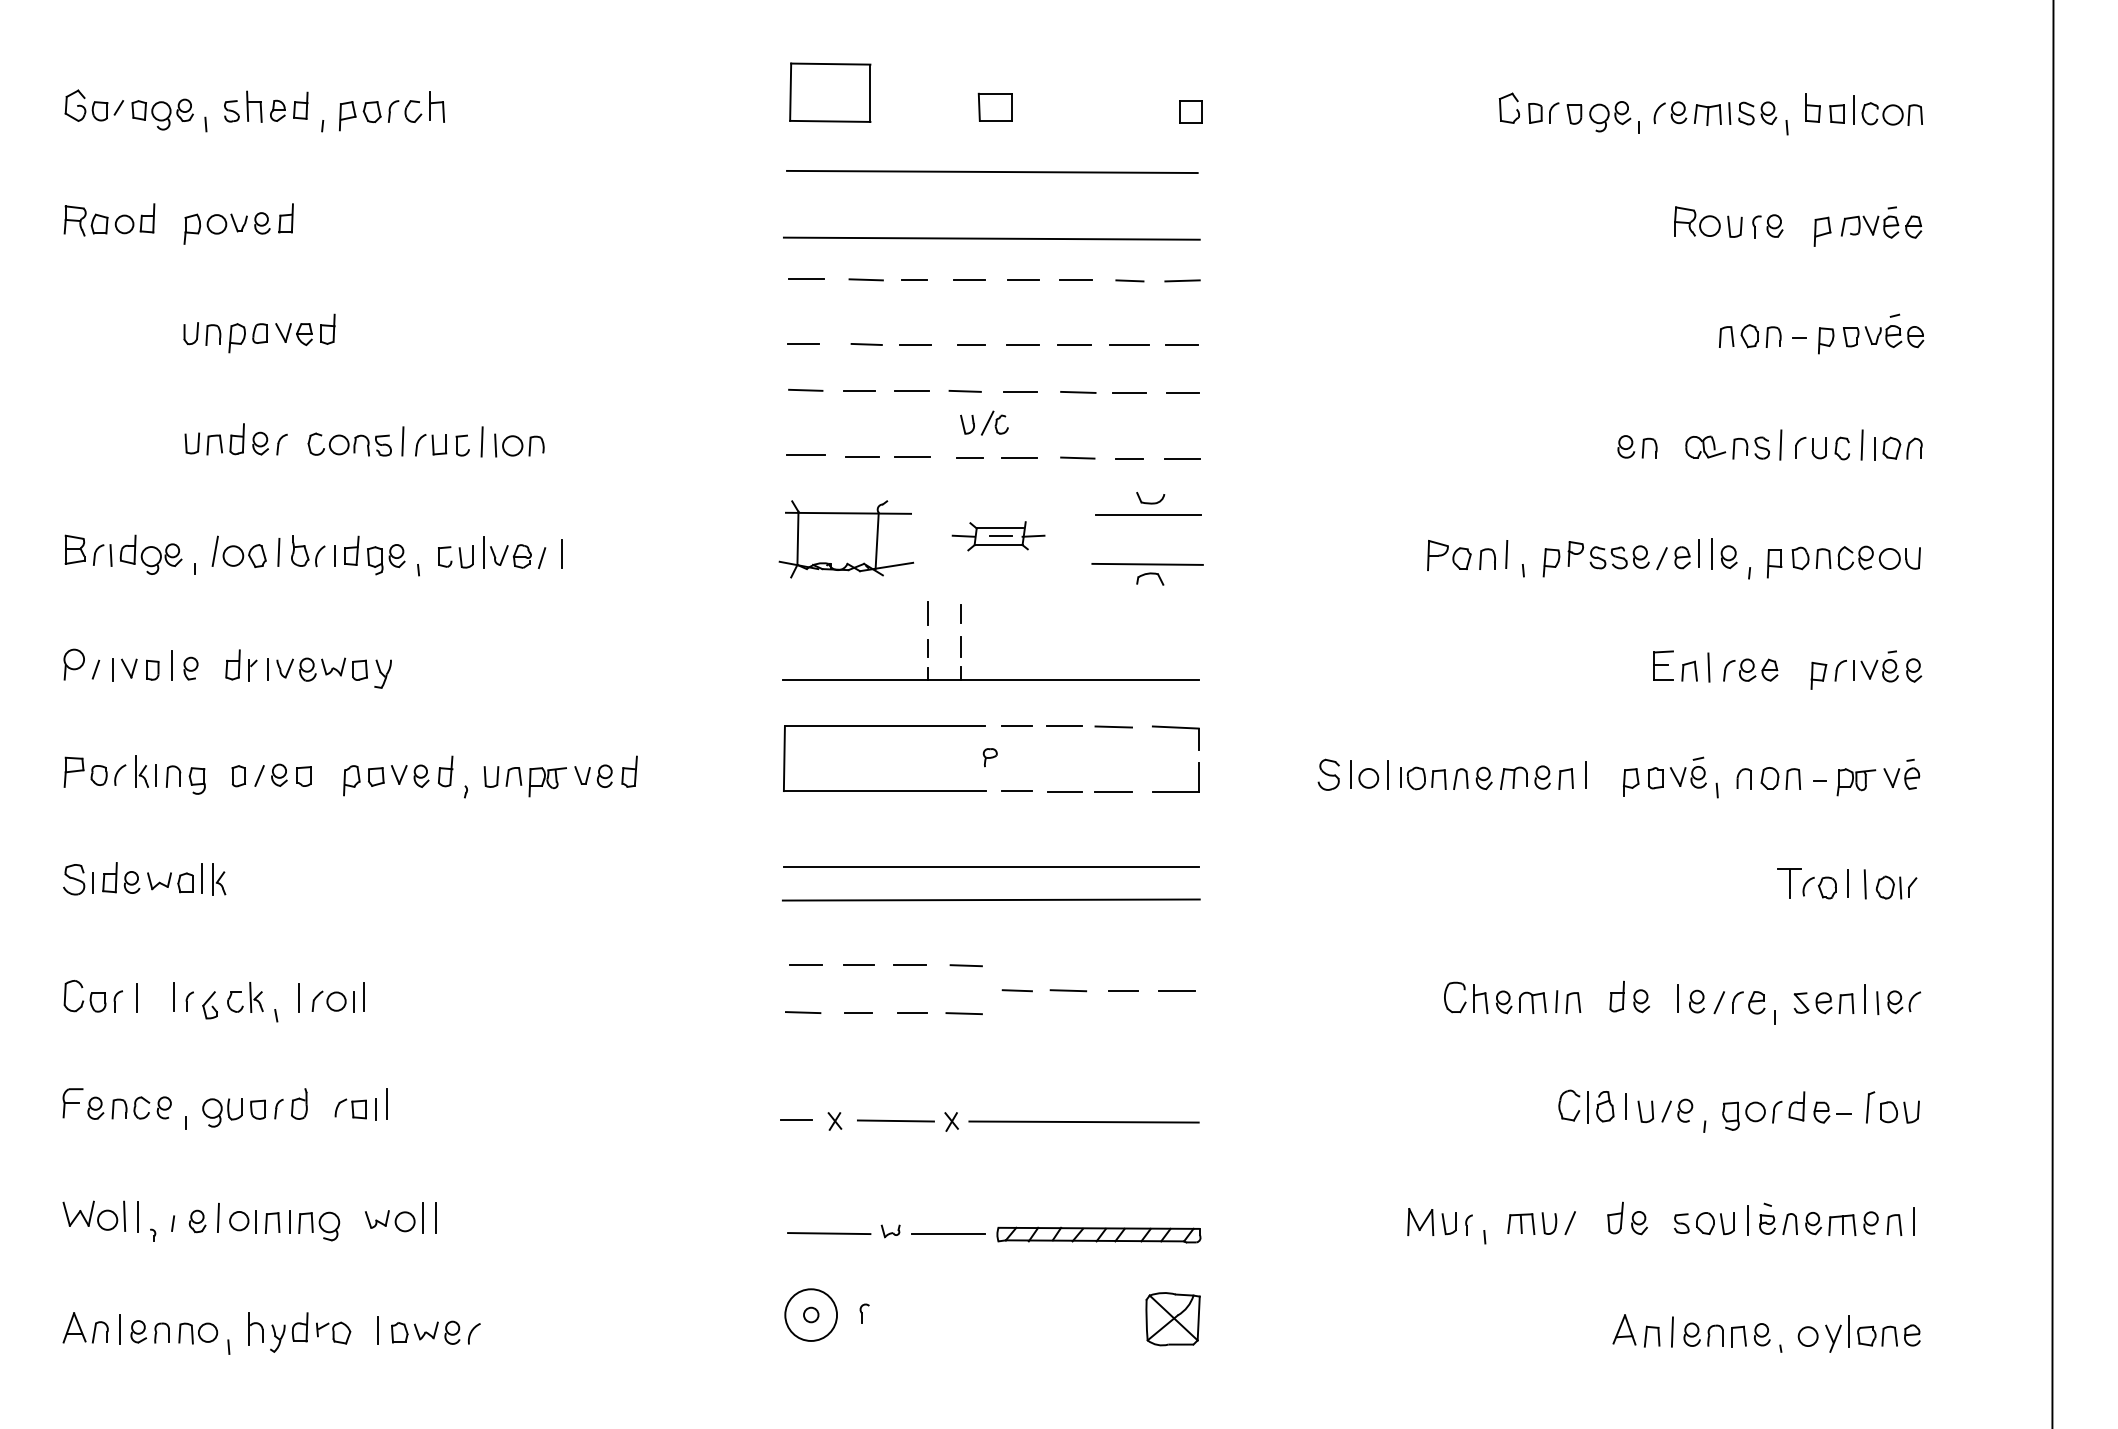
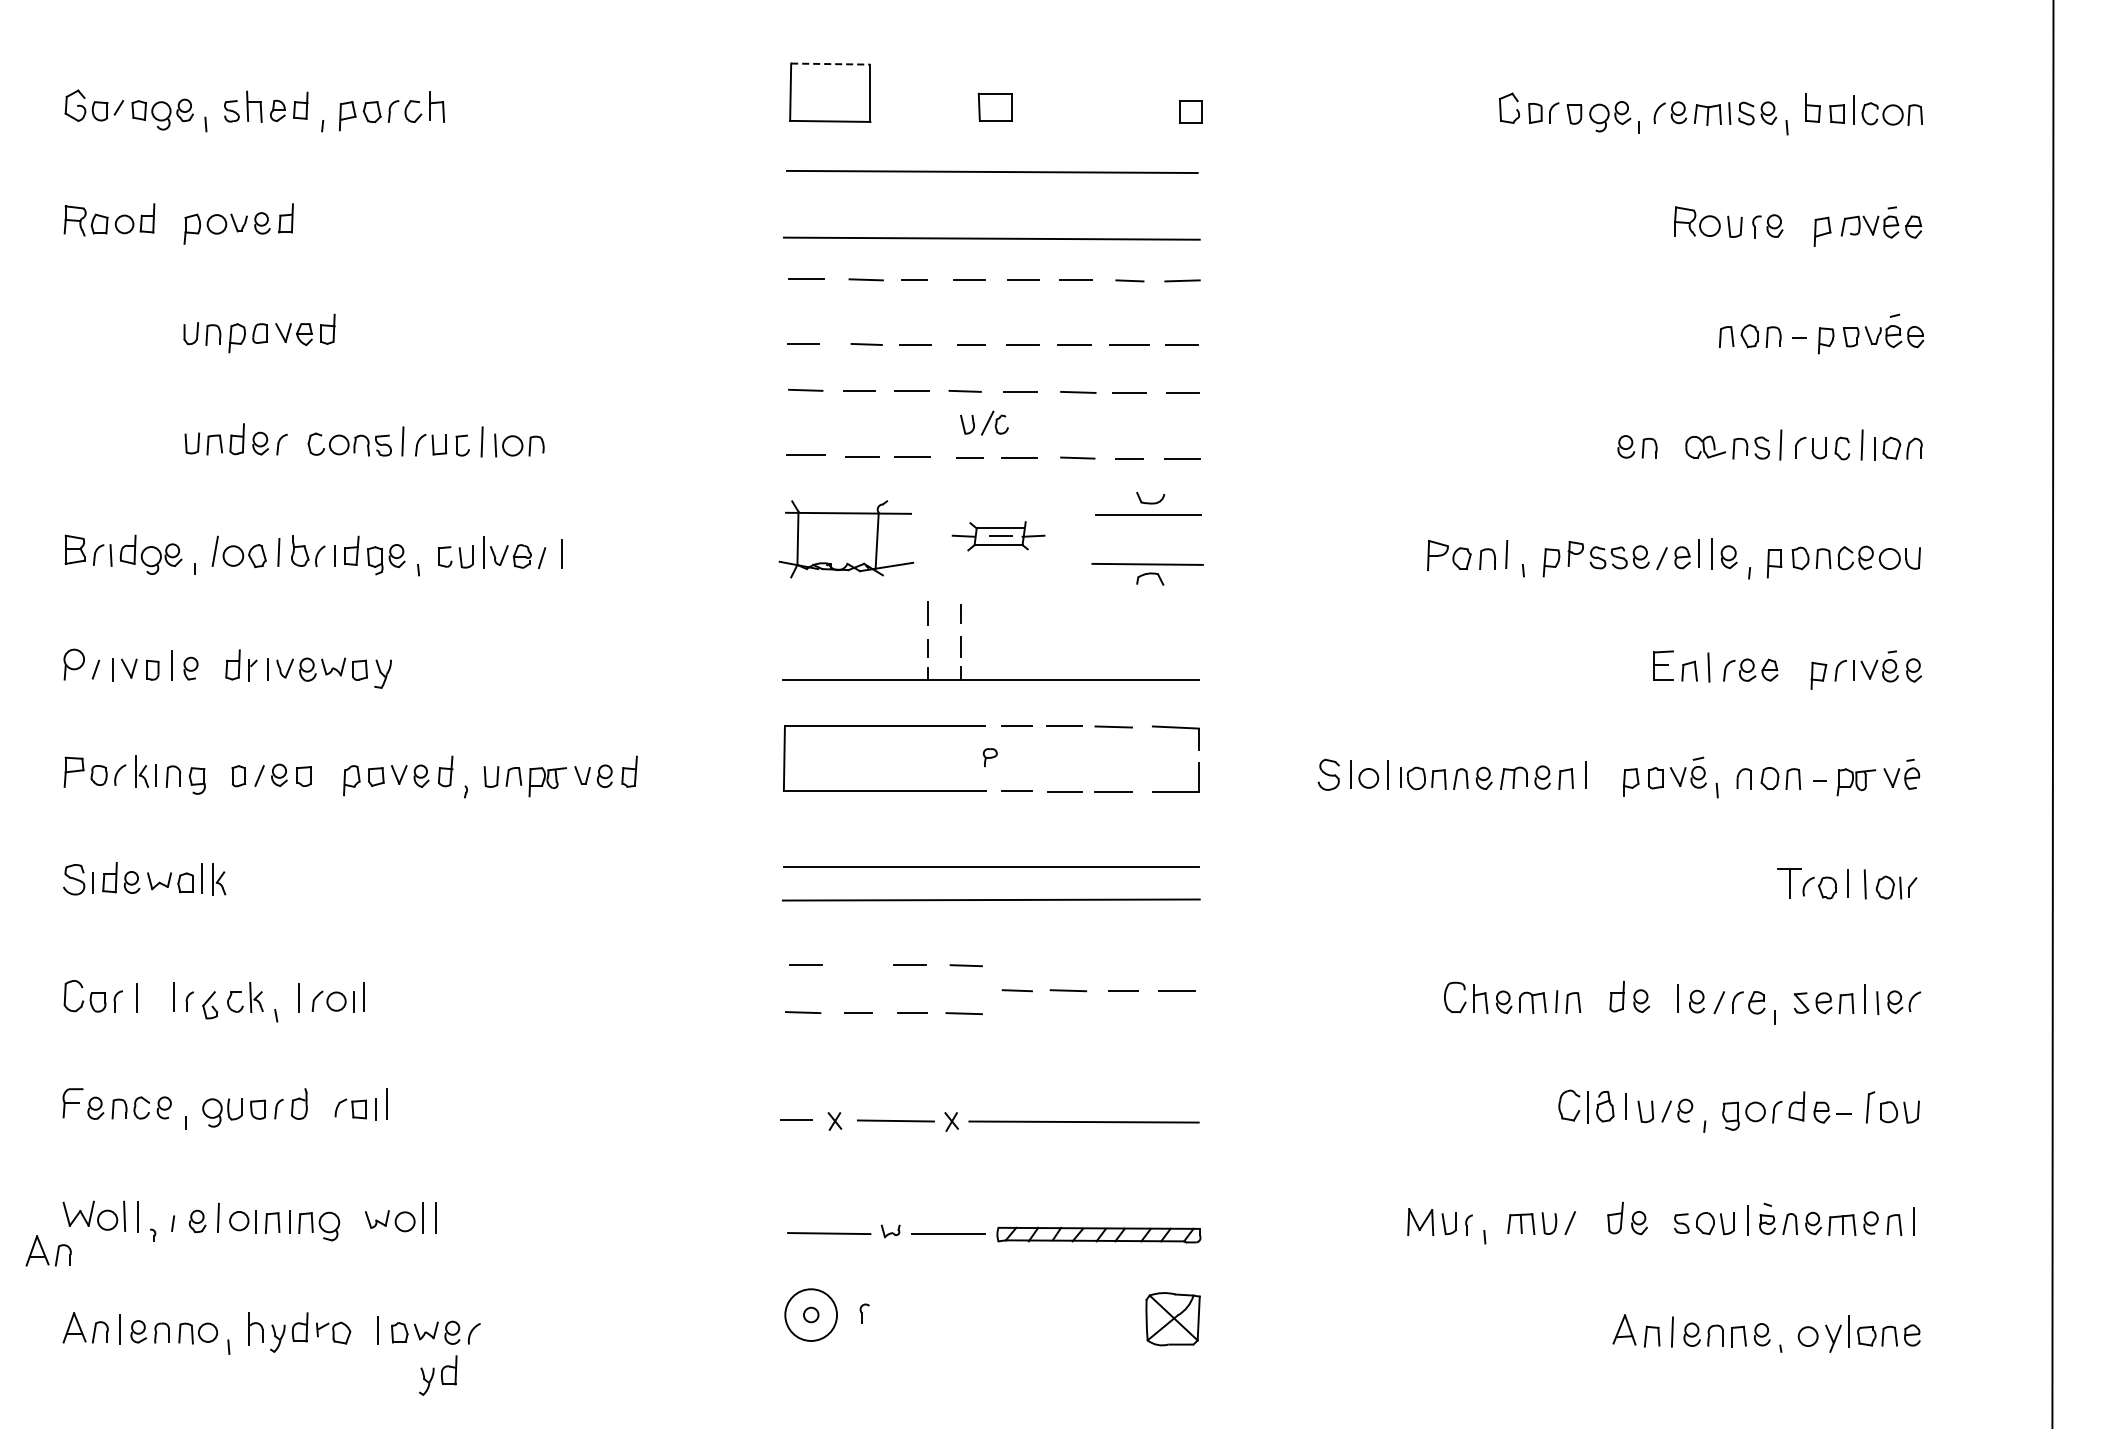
line at (830, 64): solid -> dashed
line at (858, 965): present -> none
part at (48, 1250): none -> present
part at (438, 1375): none -> present
